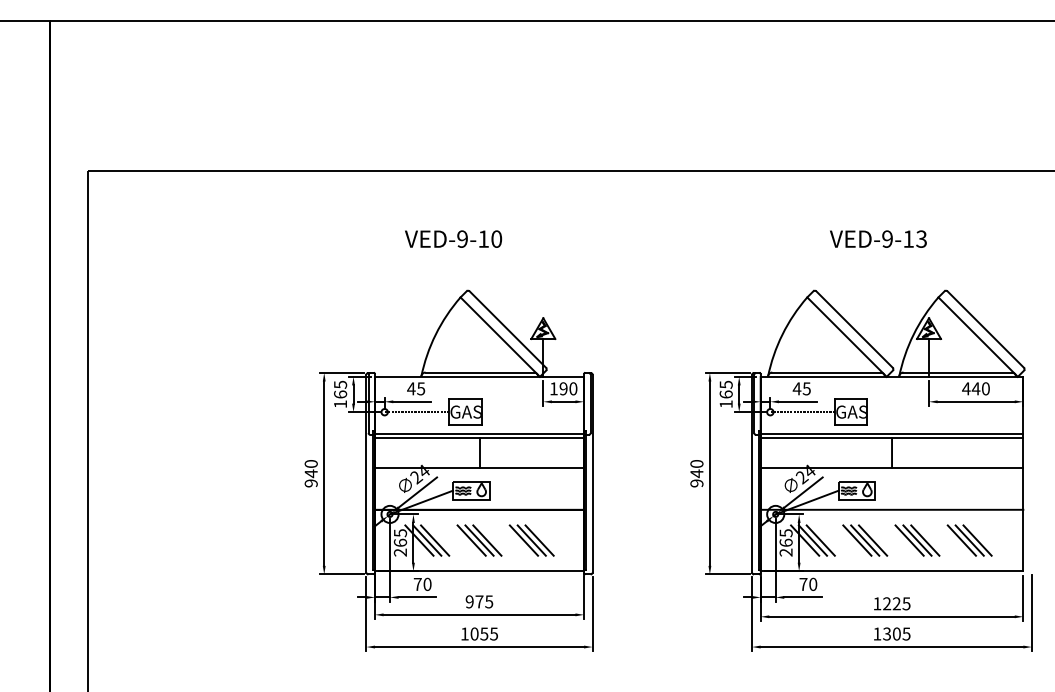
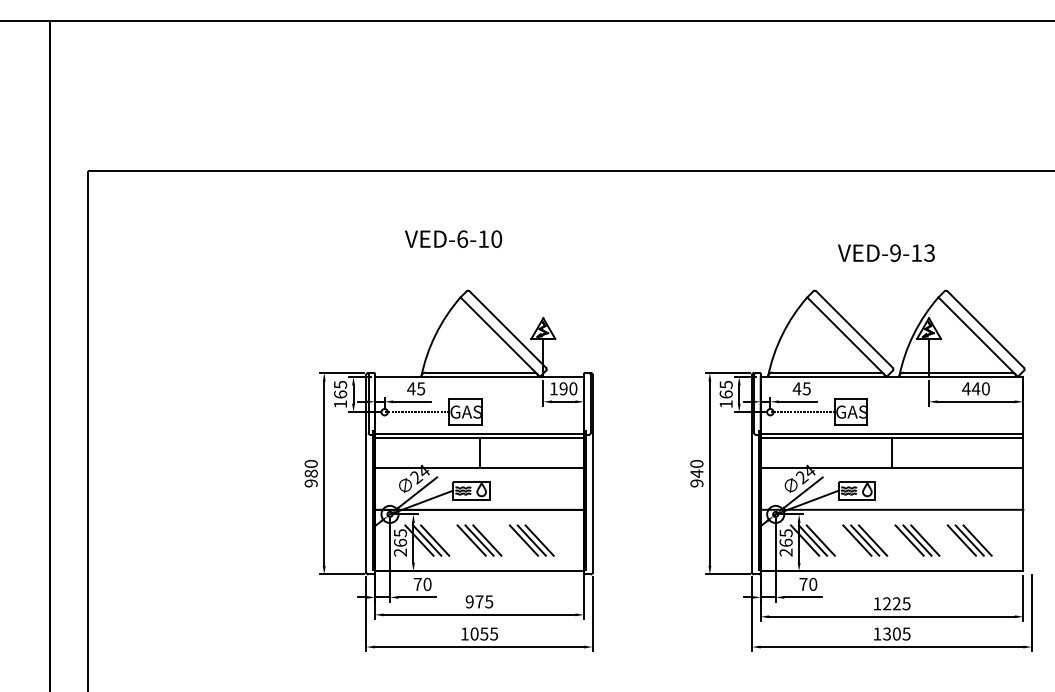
text at (462, 238): VED-9-10 -> VED-6-10
text at (878, 238) position: (878, 238) -> (886, 252)
text at (310, 473): 940 -> 980
